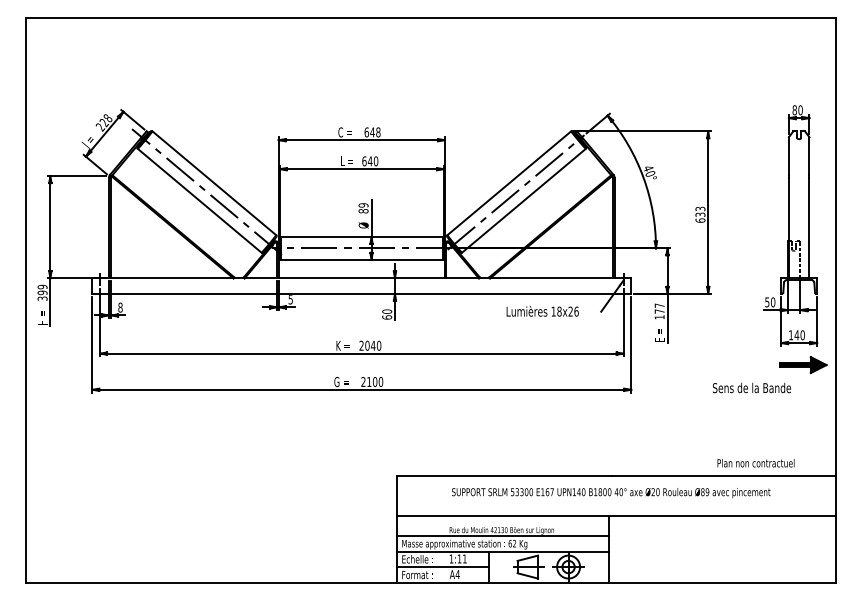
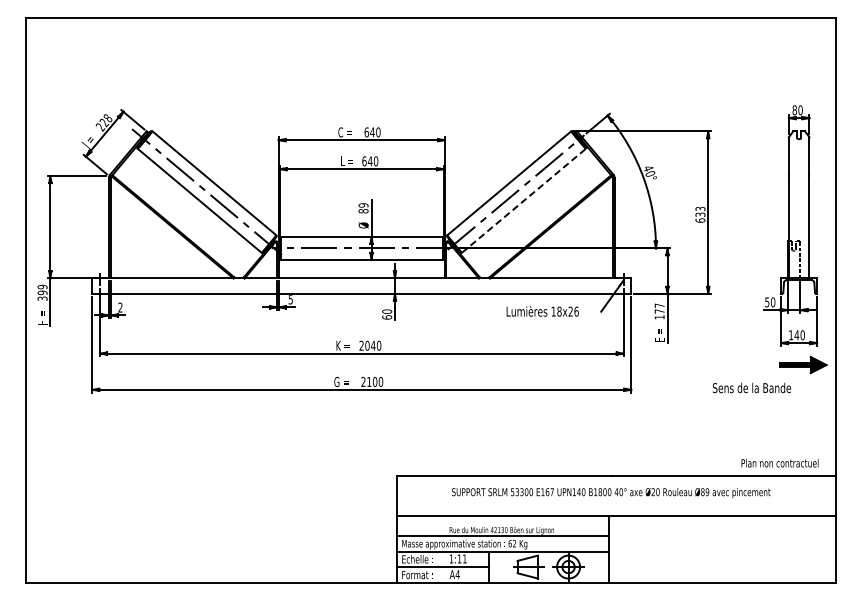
text at (378, 132): 648 -> 640
line at (524, 200): solid -> dashed
text at (120, 307): 8 -> 2
text at (755, 463) position: (755, 463) -> (779, 463)
